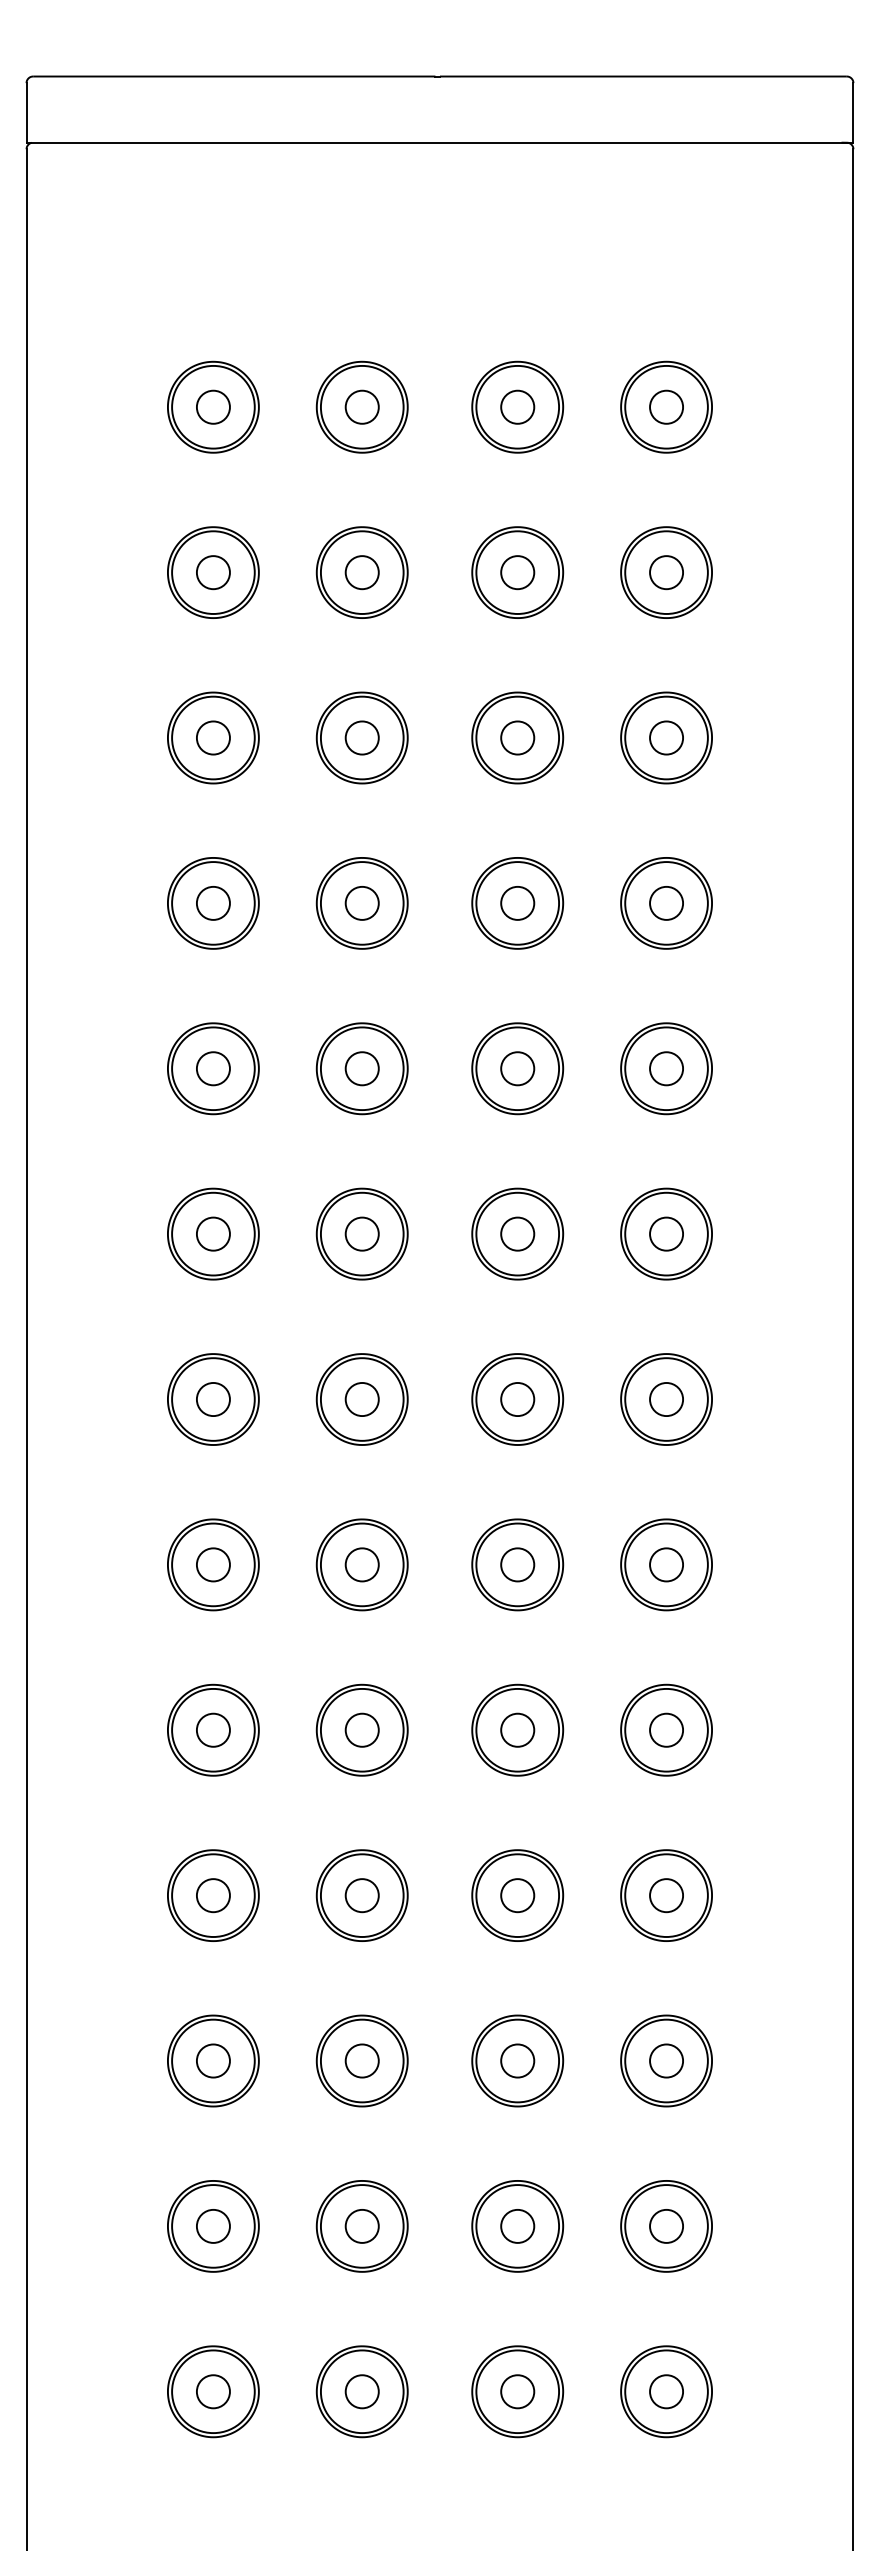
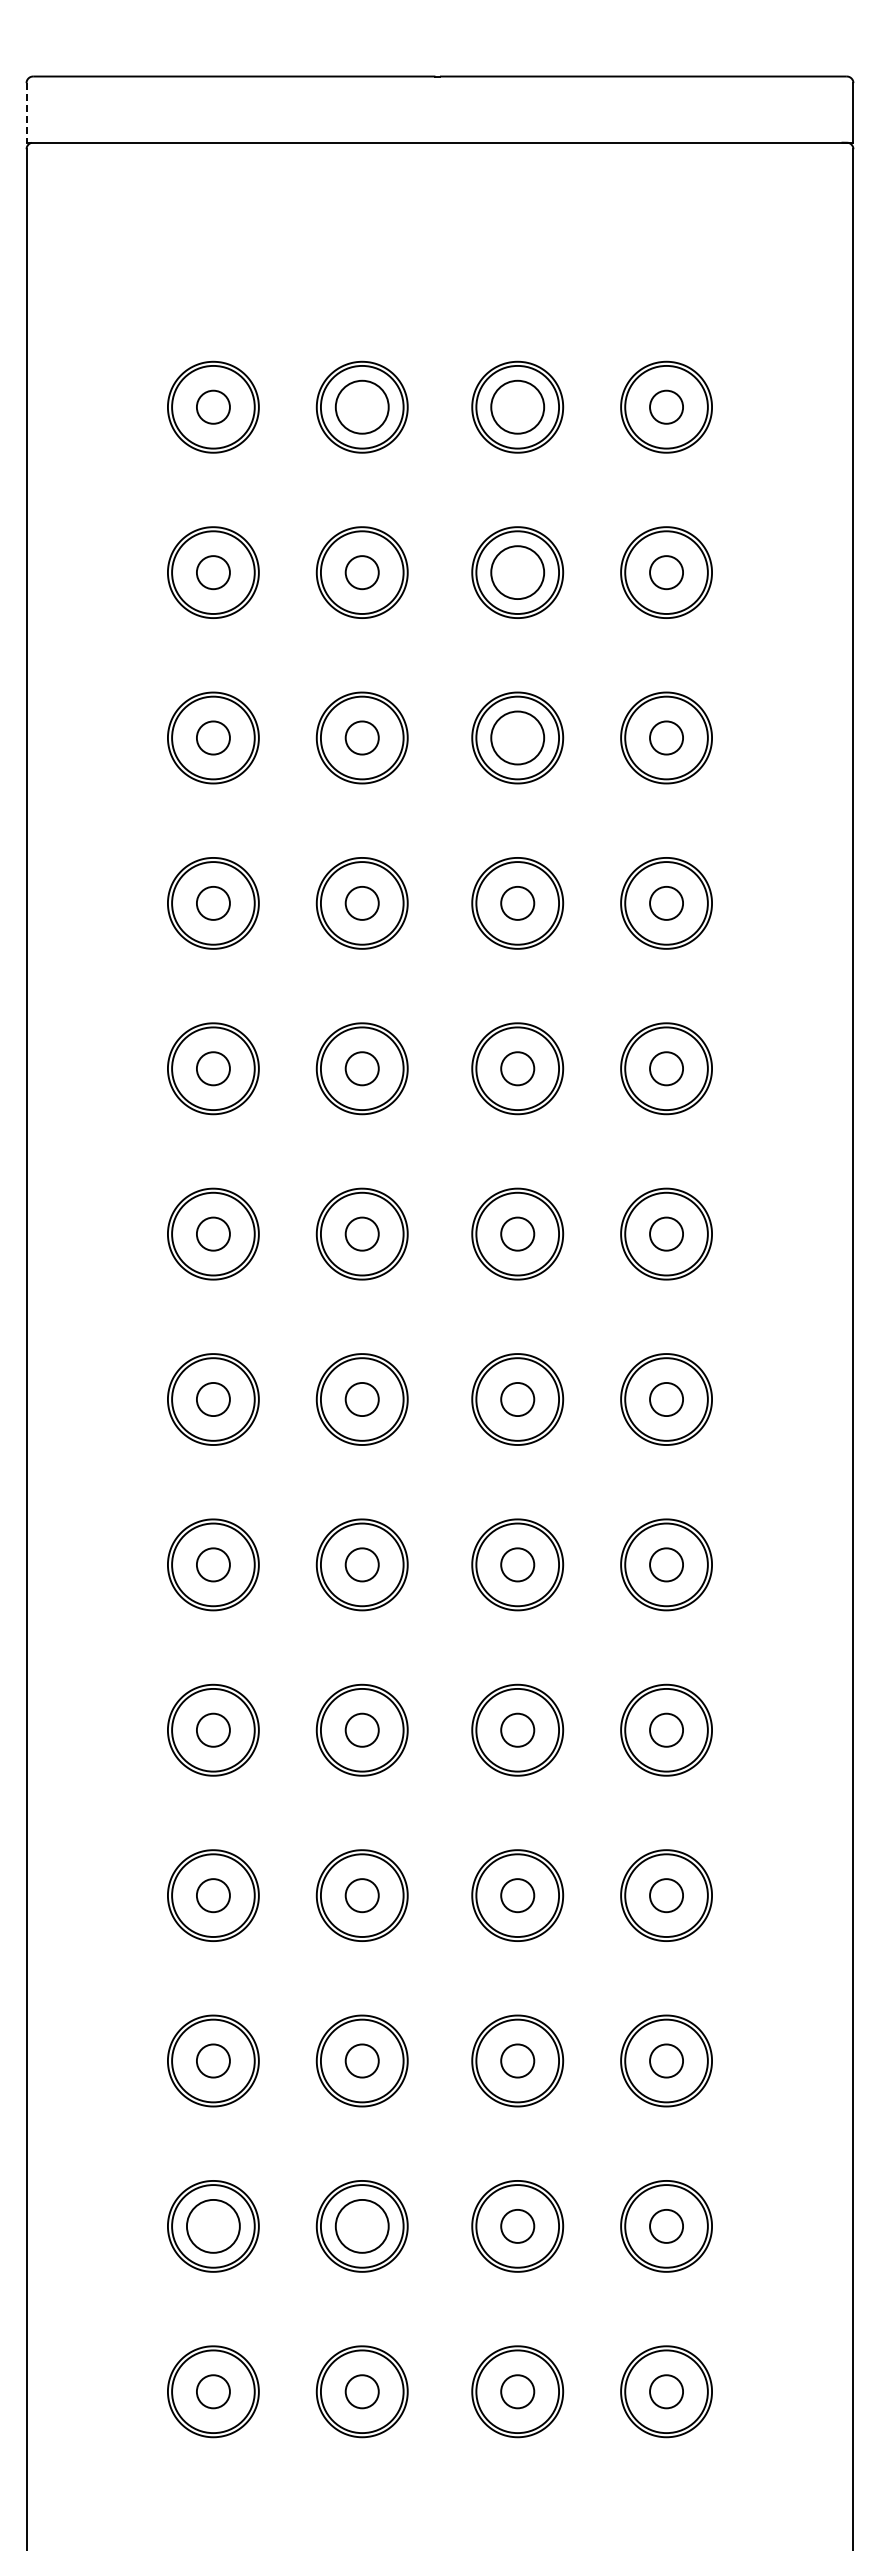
line at (26, 112): solid -> dashed
circle at (361, 406) diameter: 33 px -> 53 px
circle at (517, 406) diameter: 33 px -> 53 px
circle at (517, 572) diameter: 33 px -> 53 px
circle at (517, 737) diameter: 33 px -> 53 px
circle at (212, 2225) diameter: 33 px -> 53 px
circle at (361, 2225) diameter: 33 px -> 53 px
